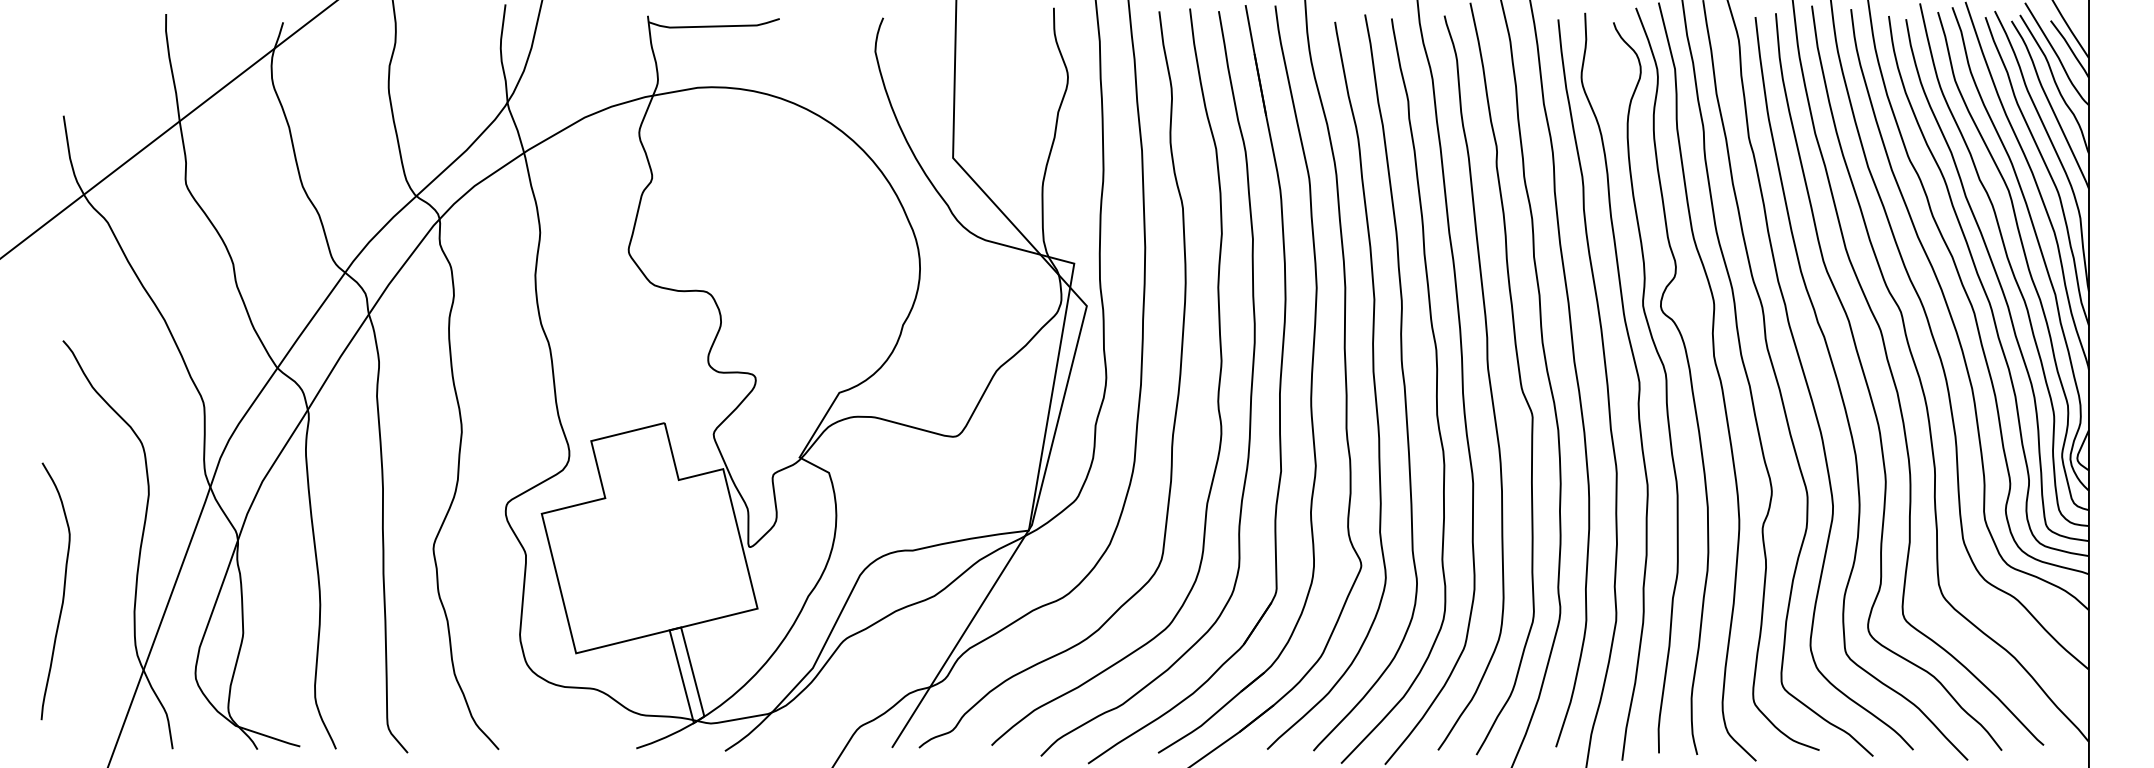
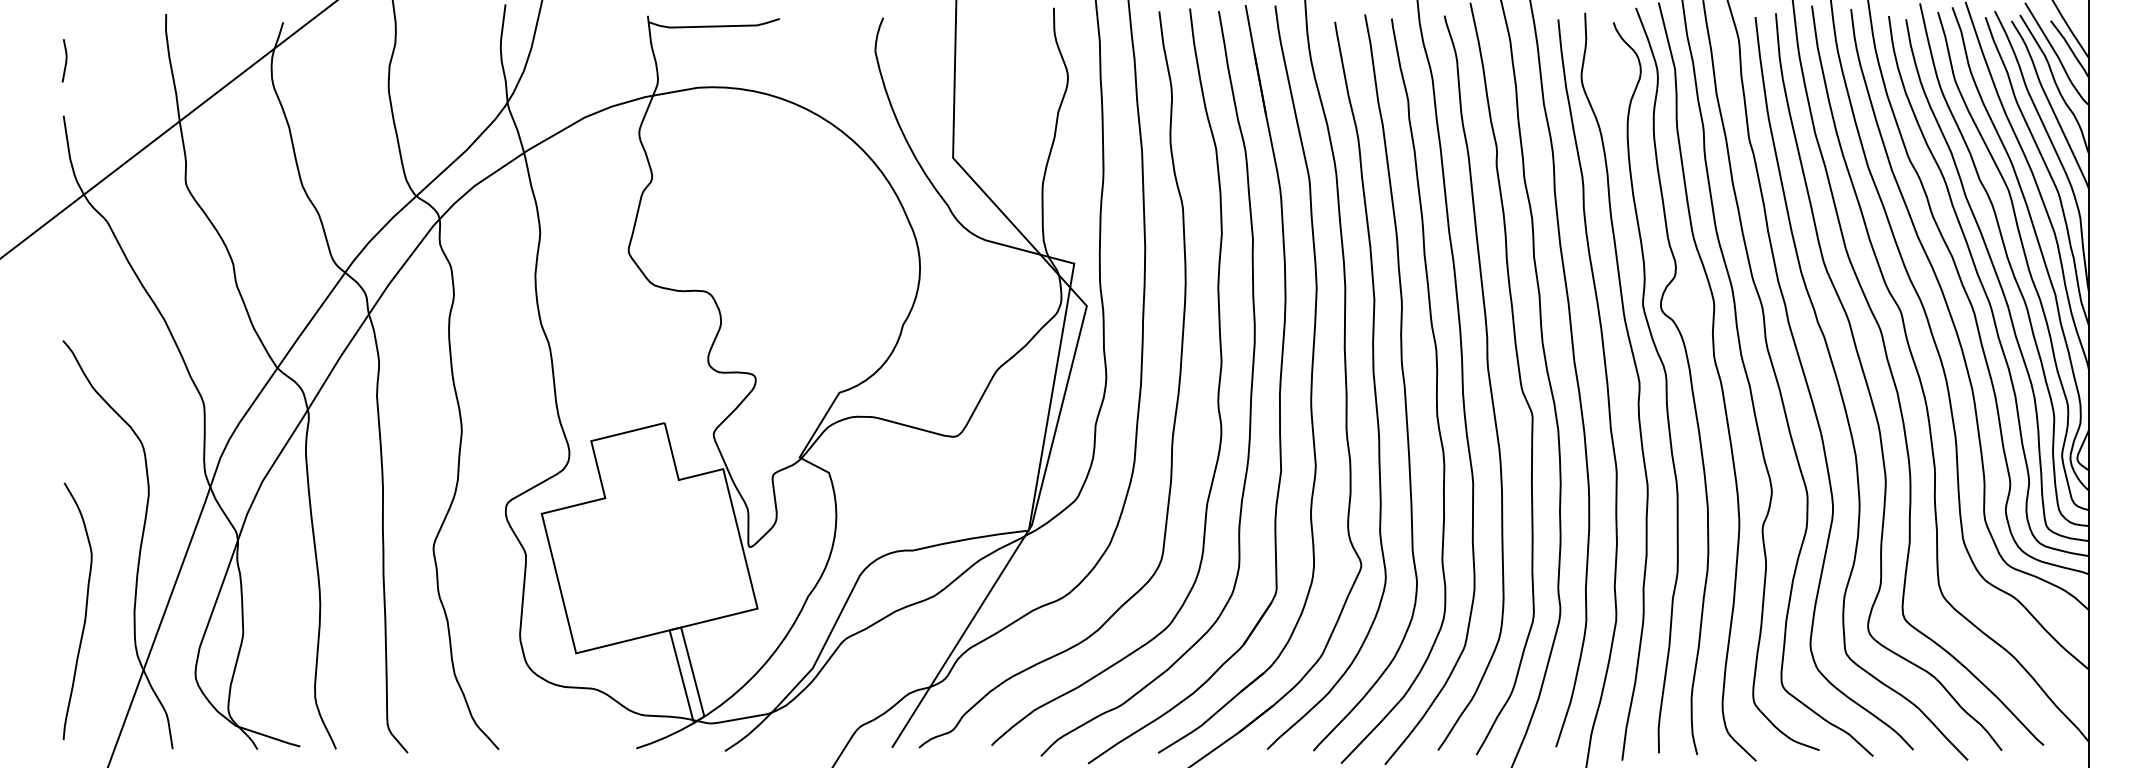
line at (65, 60): none -> present
curve at (63, 591) position: (63, 591) -> (85, 611)
